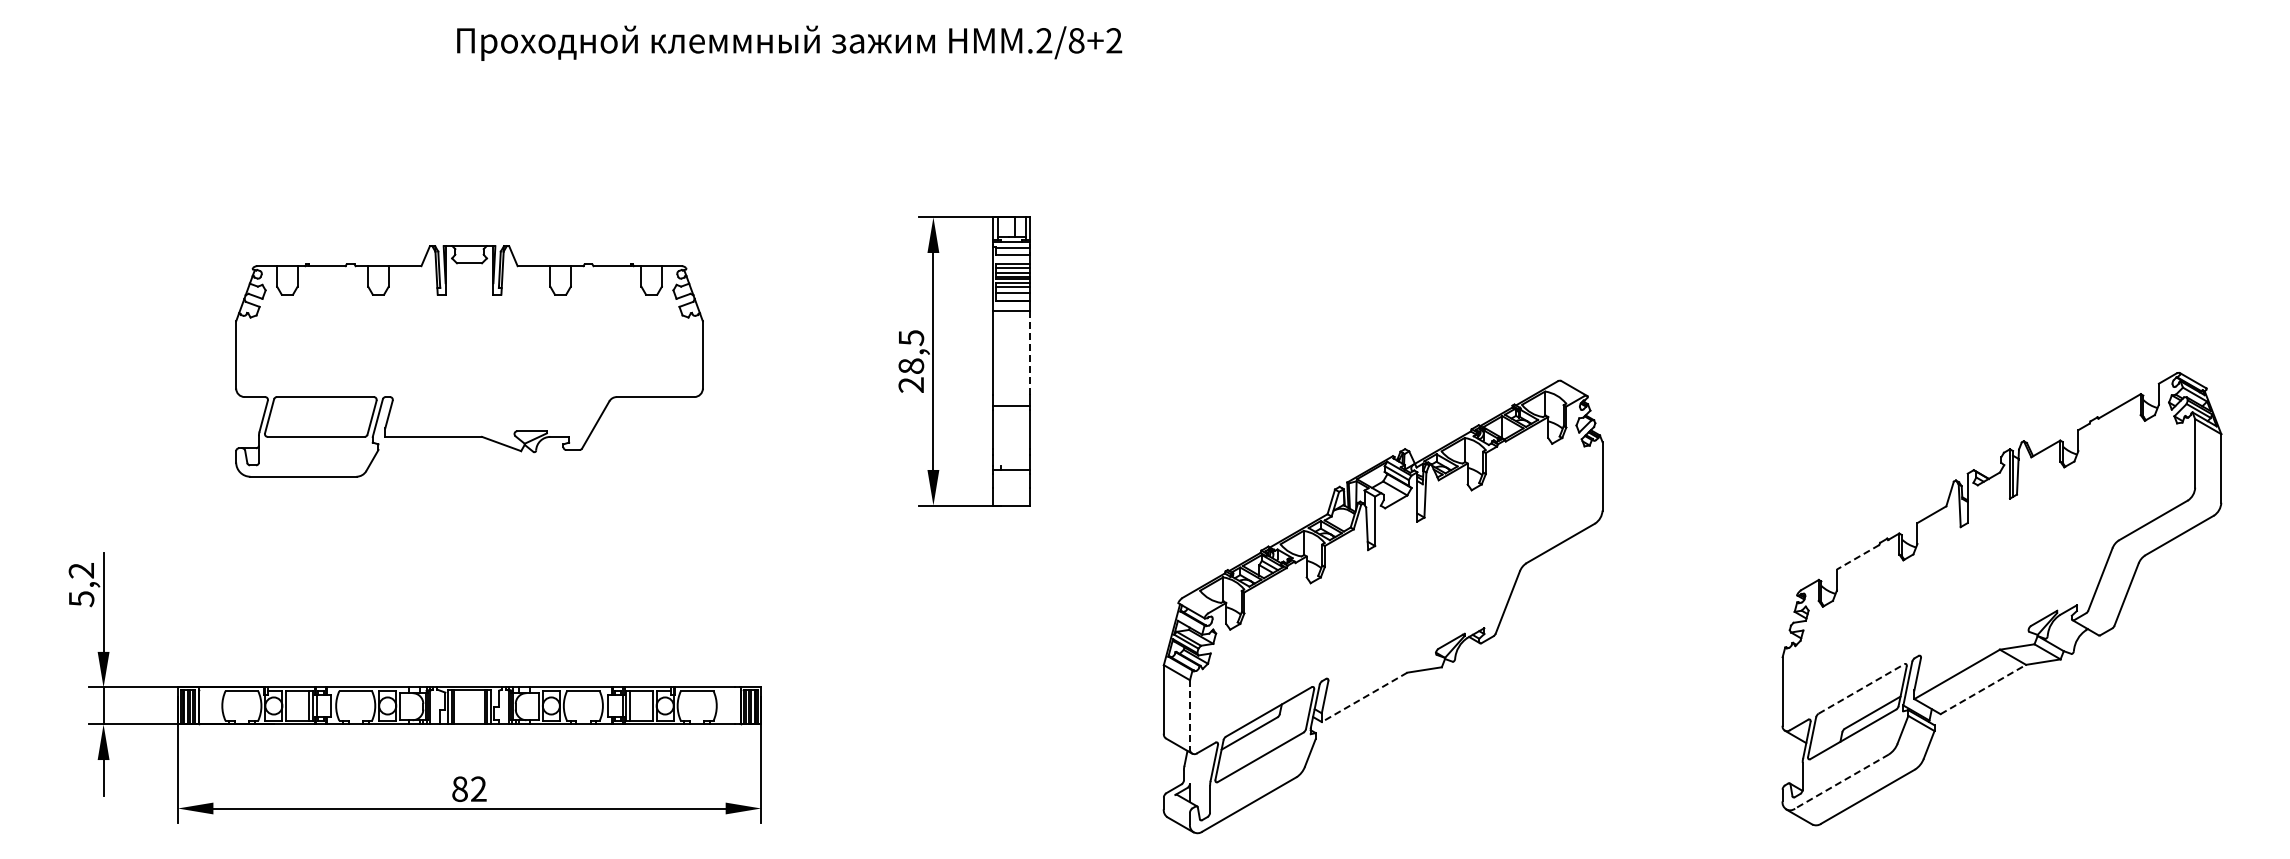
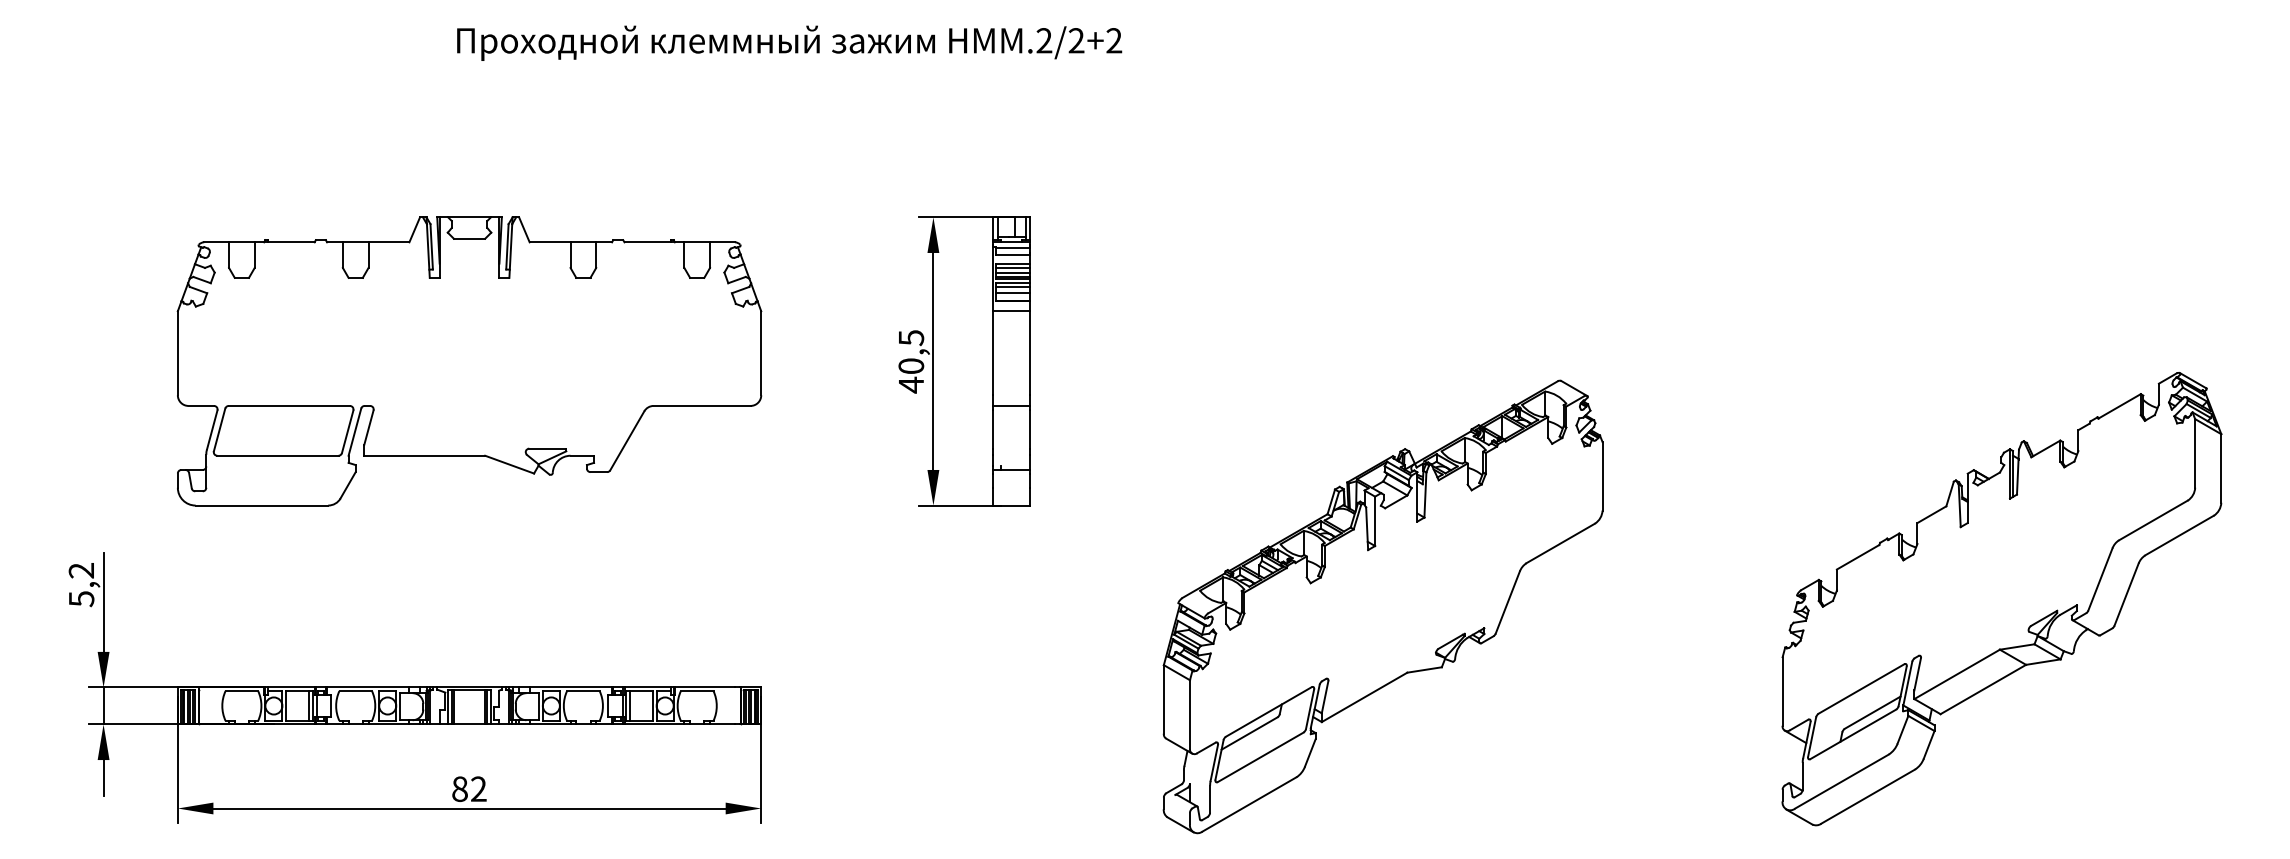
text at (1076, 40): HMM.2/8+2 -> HMM.2/2+2
line at (1029, 353): dashed -> solid
part at (469, 361) size: 469x233 px -> 587x291 px
text at (911, 375): 28,5 -> 40,5
line at (1857, 557): dashed -> solid
line at (1861, 688): dashed -> solid
line at (1983, 689): dashed -> solid
line at (1364, 697): dashed -> solid
line at (1189, 714): dashed -> solid
line at (1841, 781): dashed -> solid
